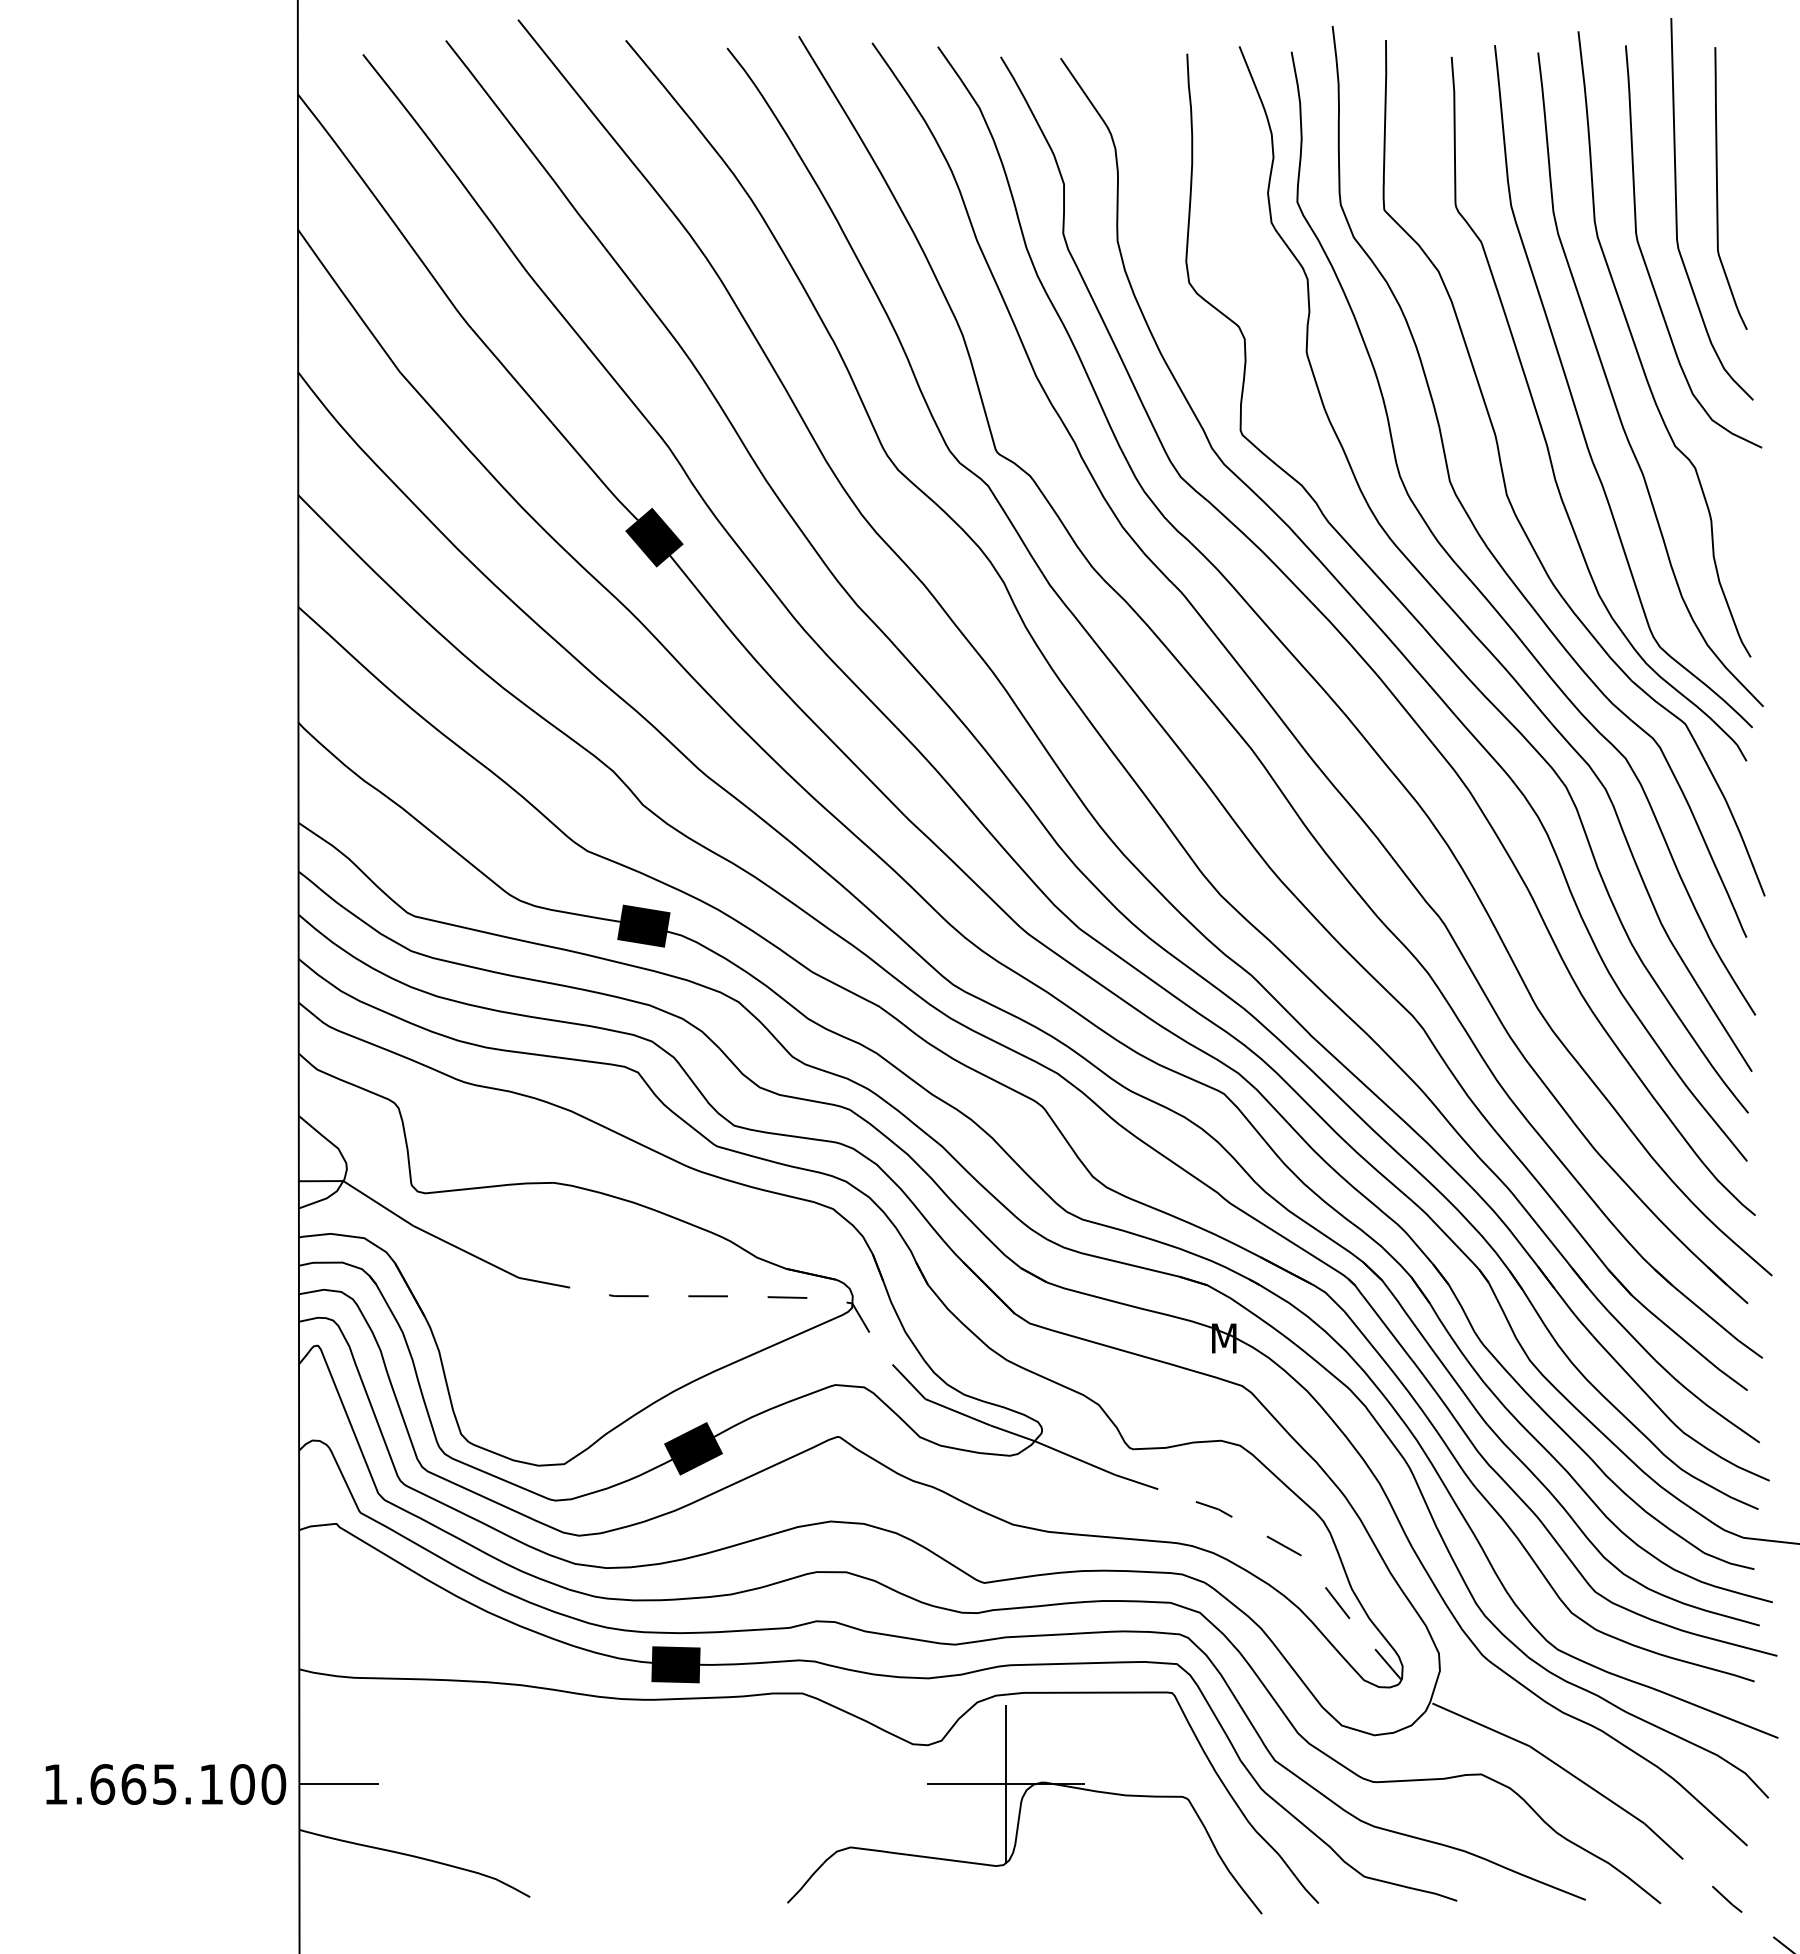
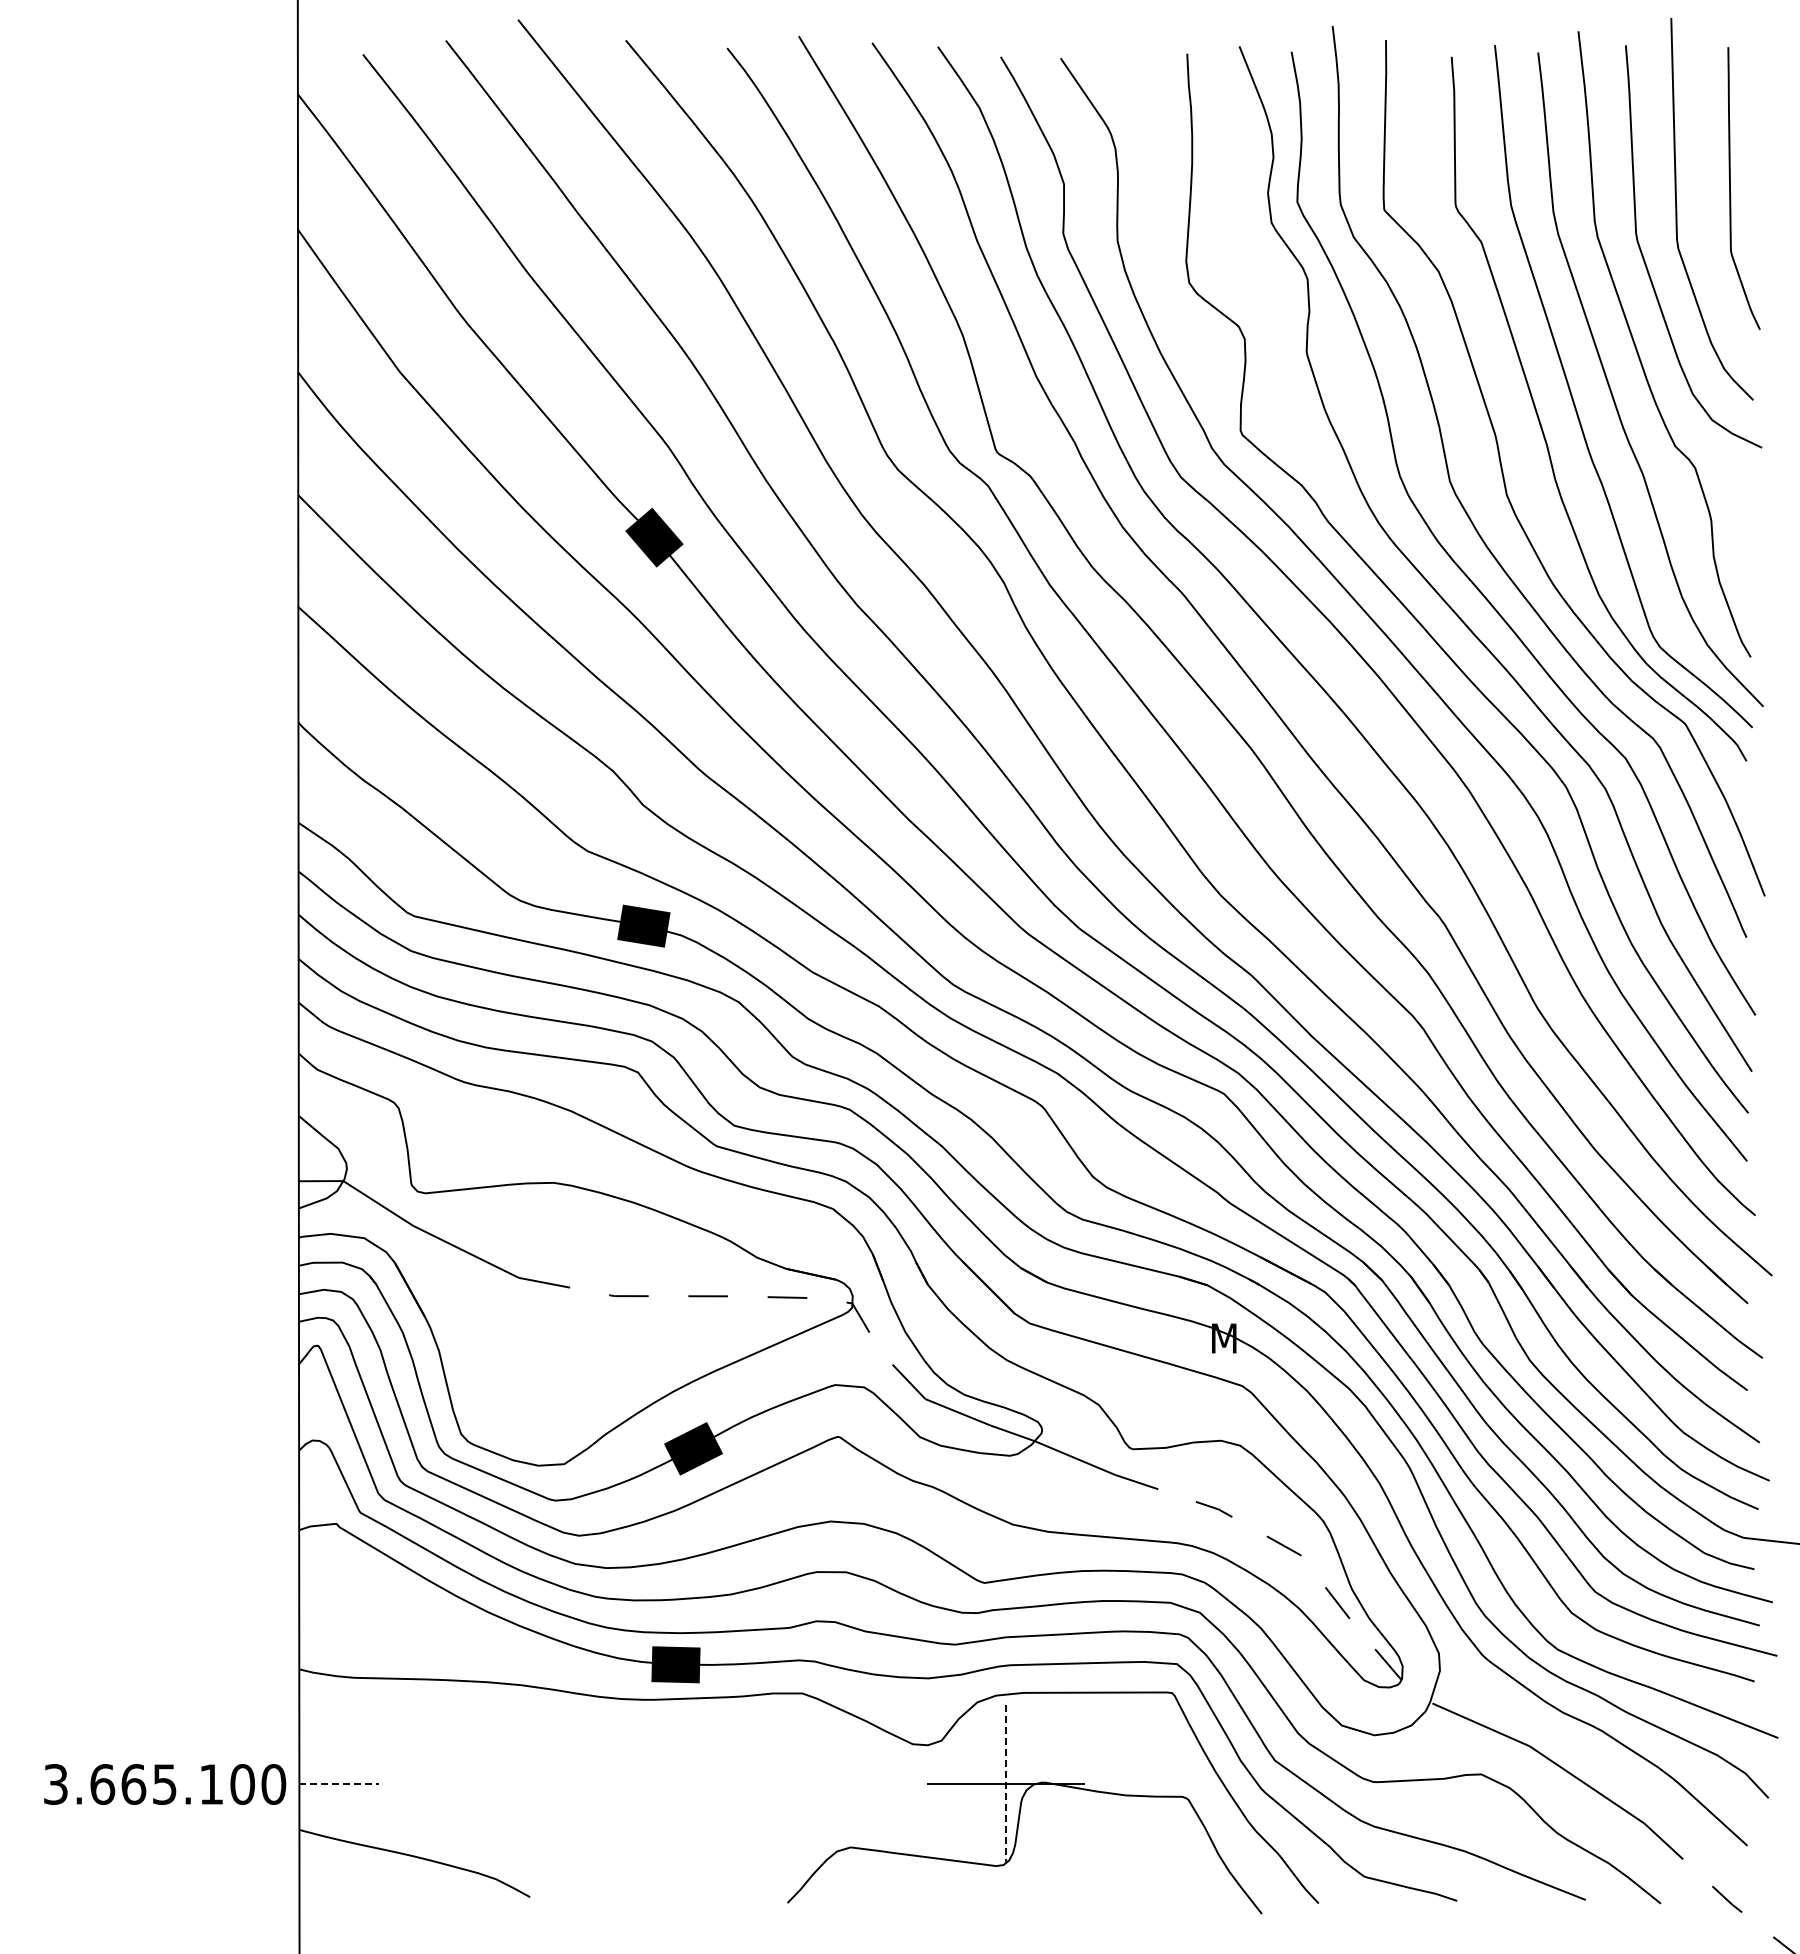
curve at (1717, 188) position: (1717, 188) -> (1730, 188)
text at (55, 1784): 1.665.100 -> 3.665.100
line at (339, 1784): solid -> dashed
line at (1006, 1784): solid -> dashed
